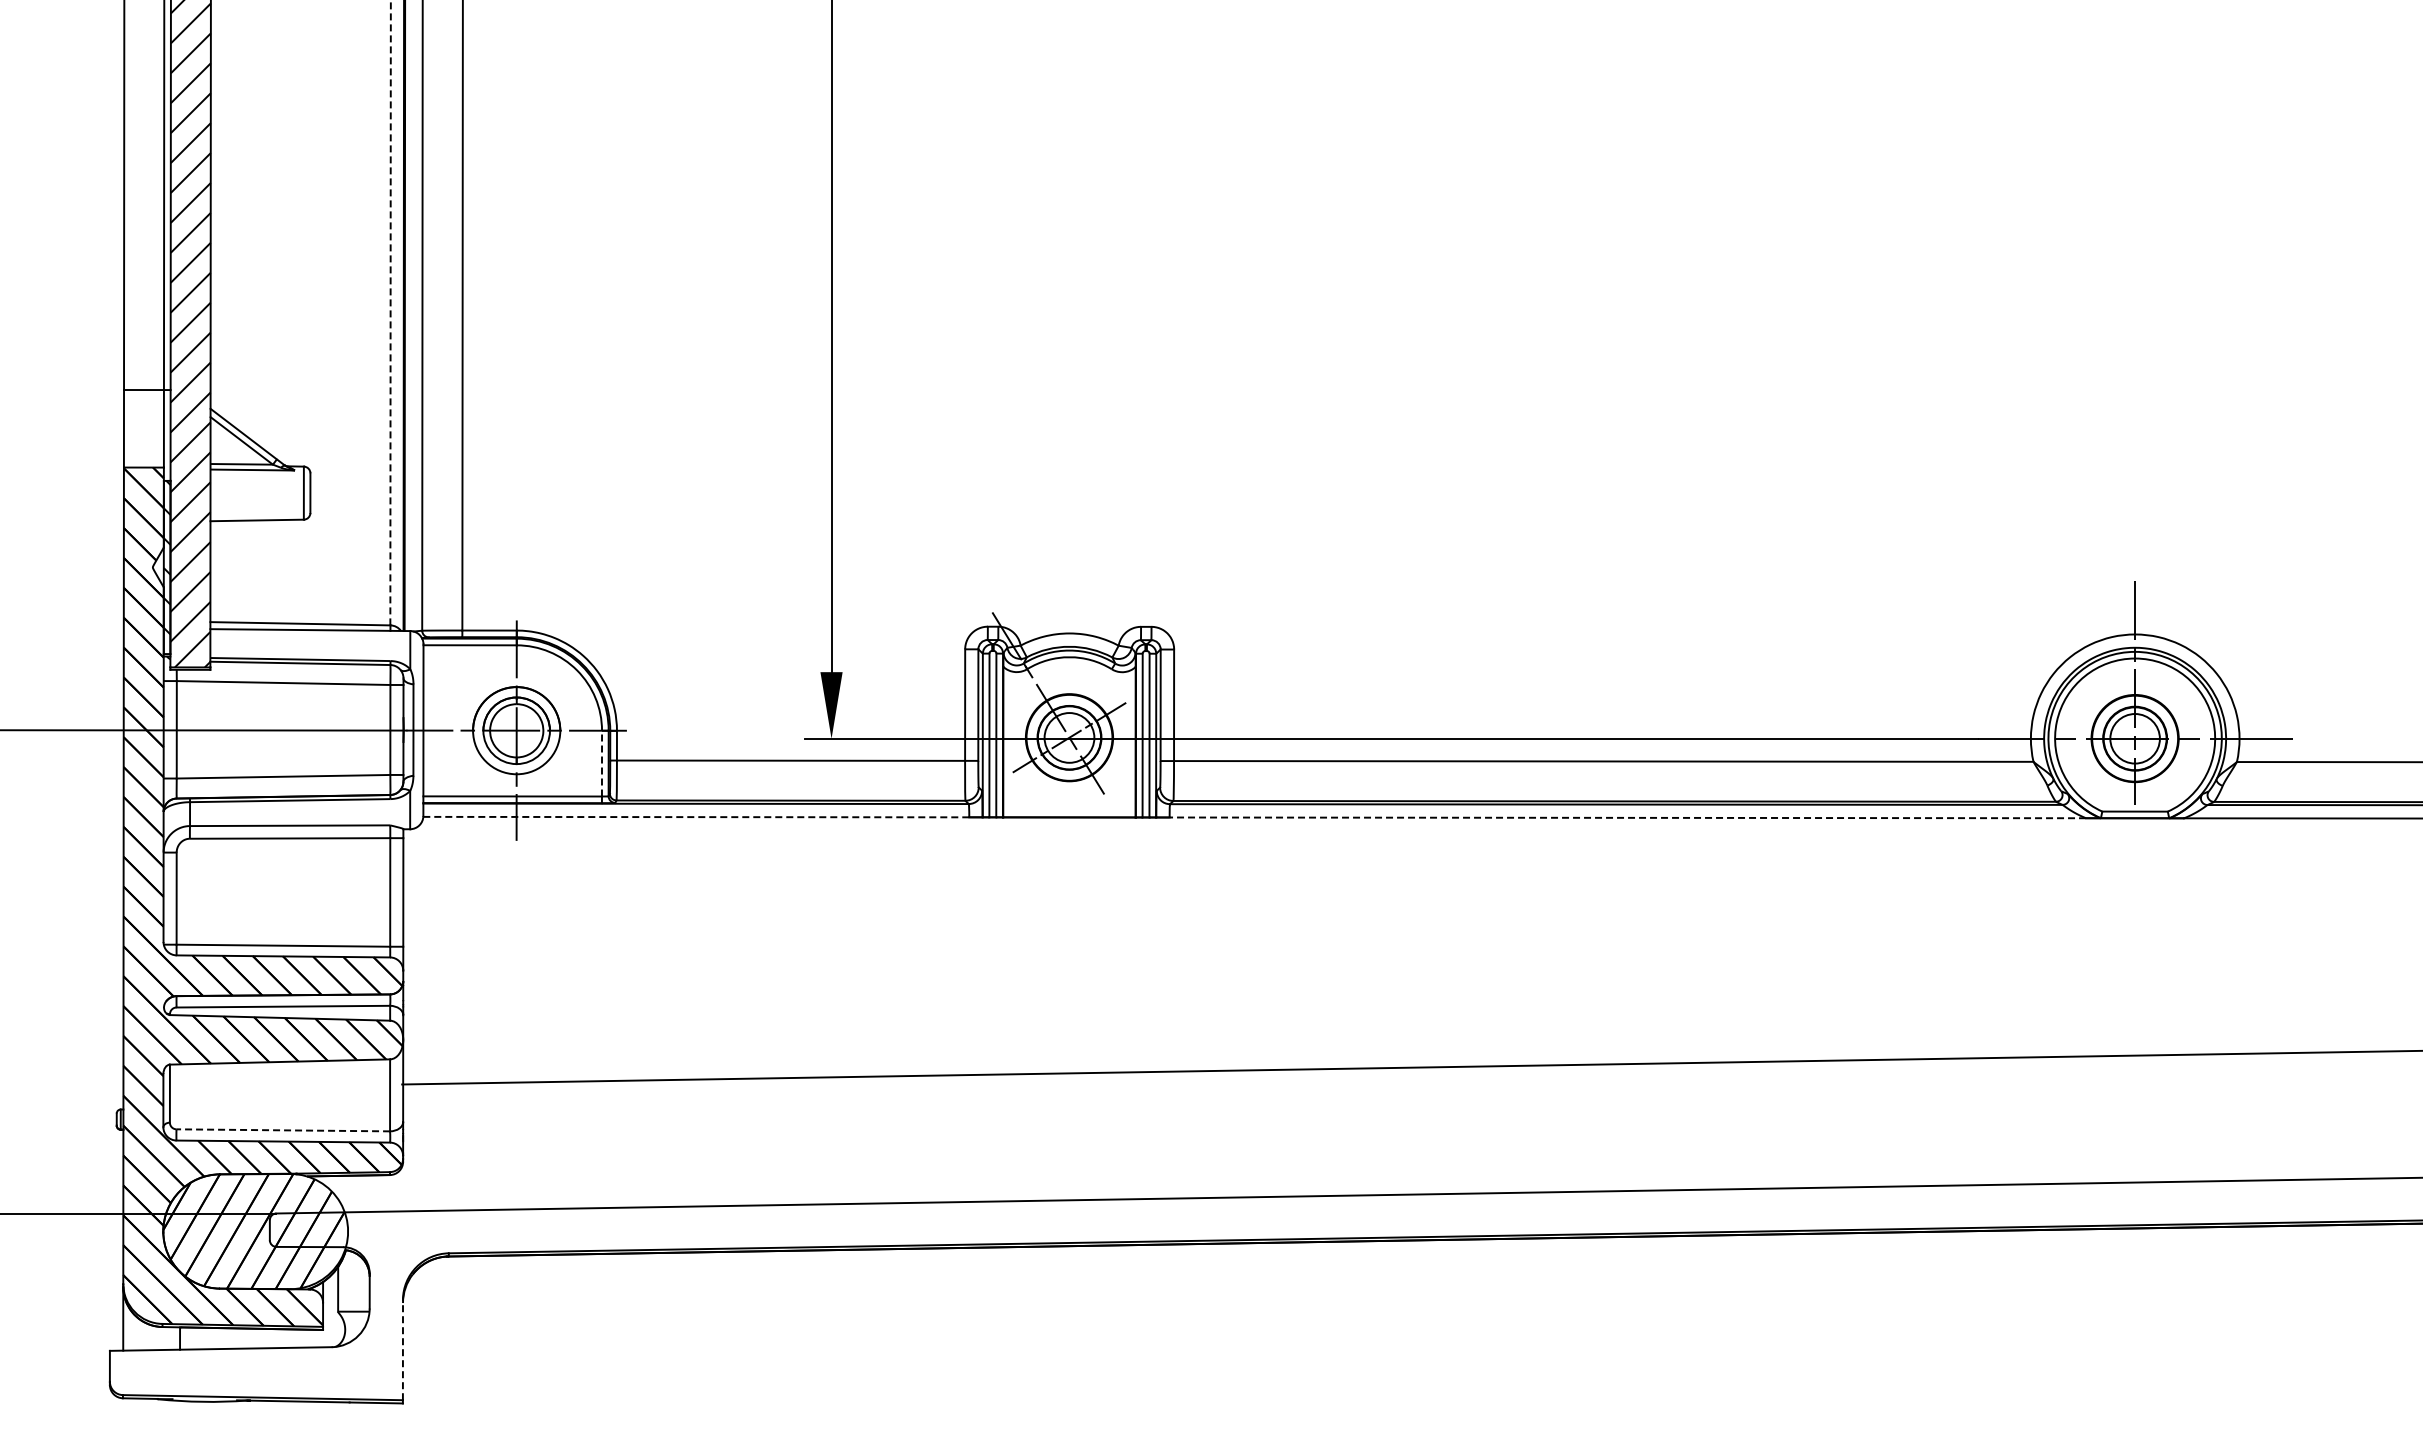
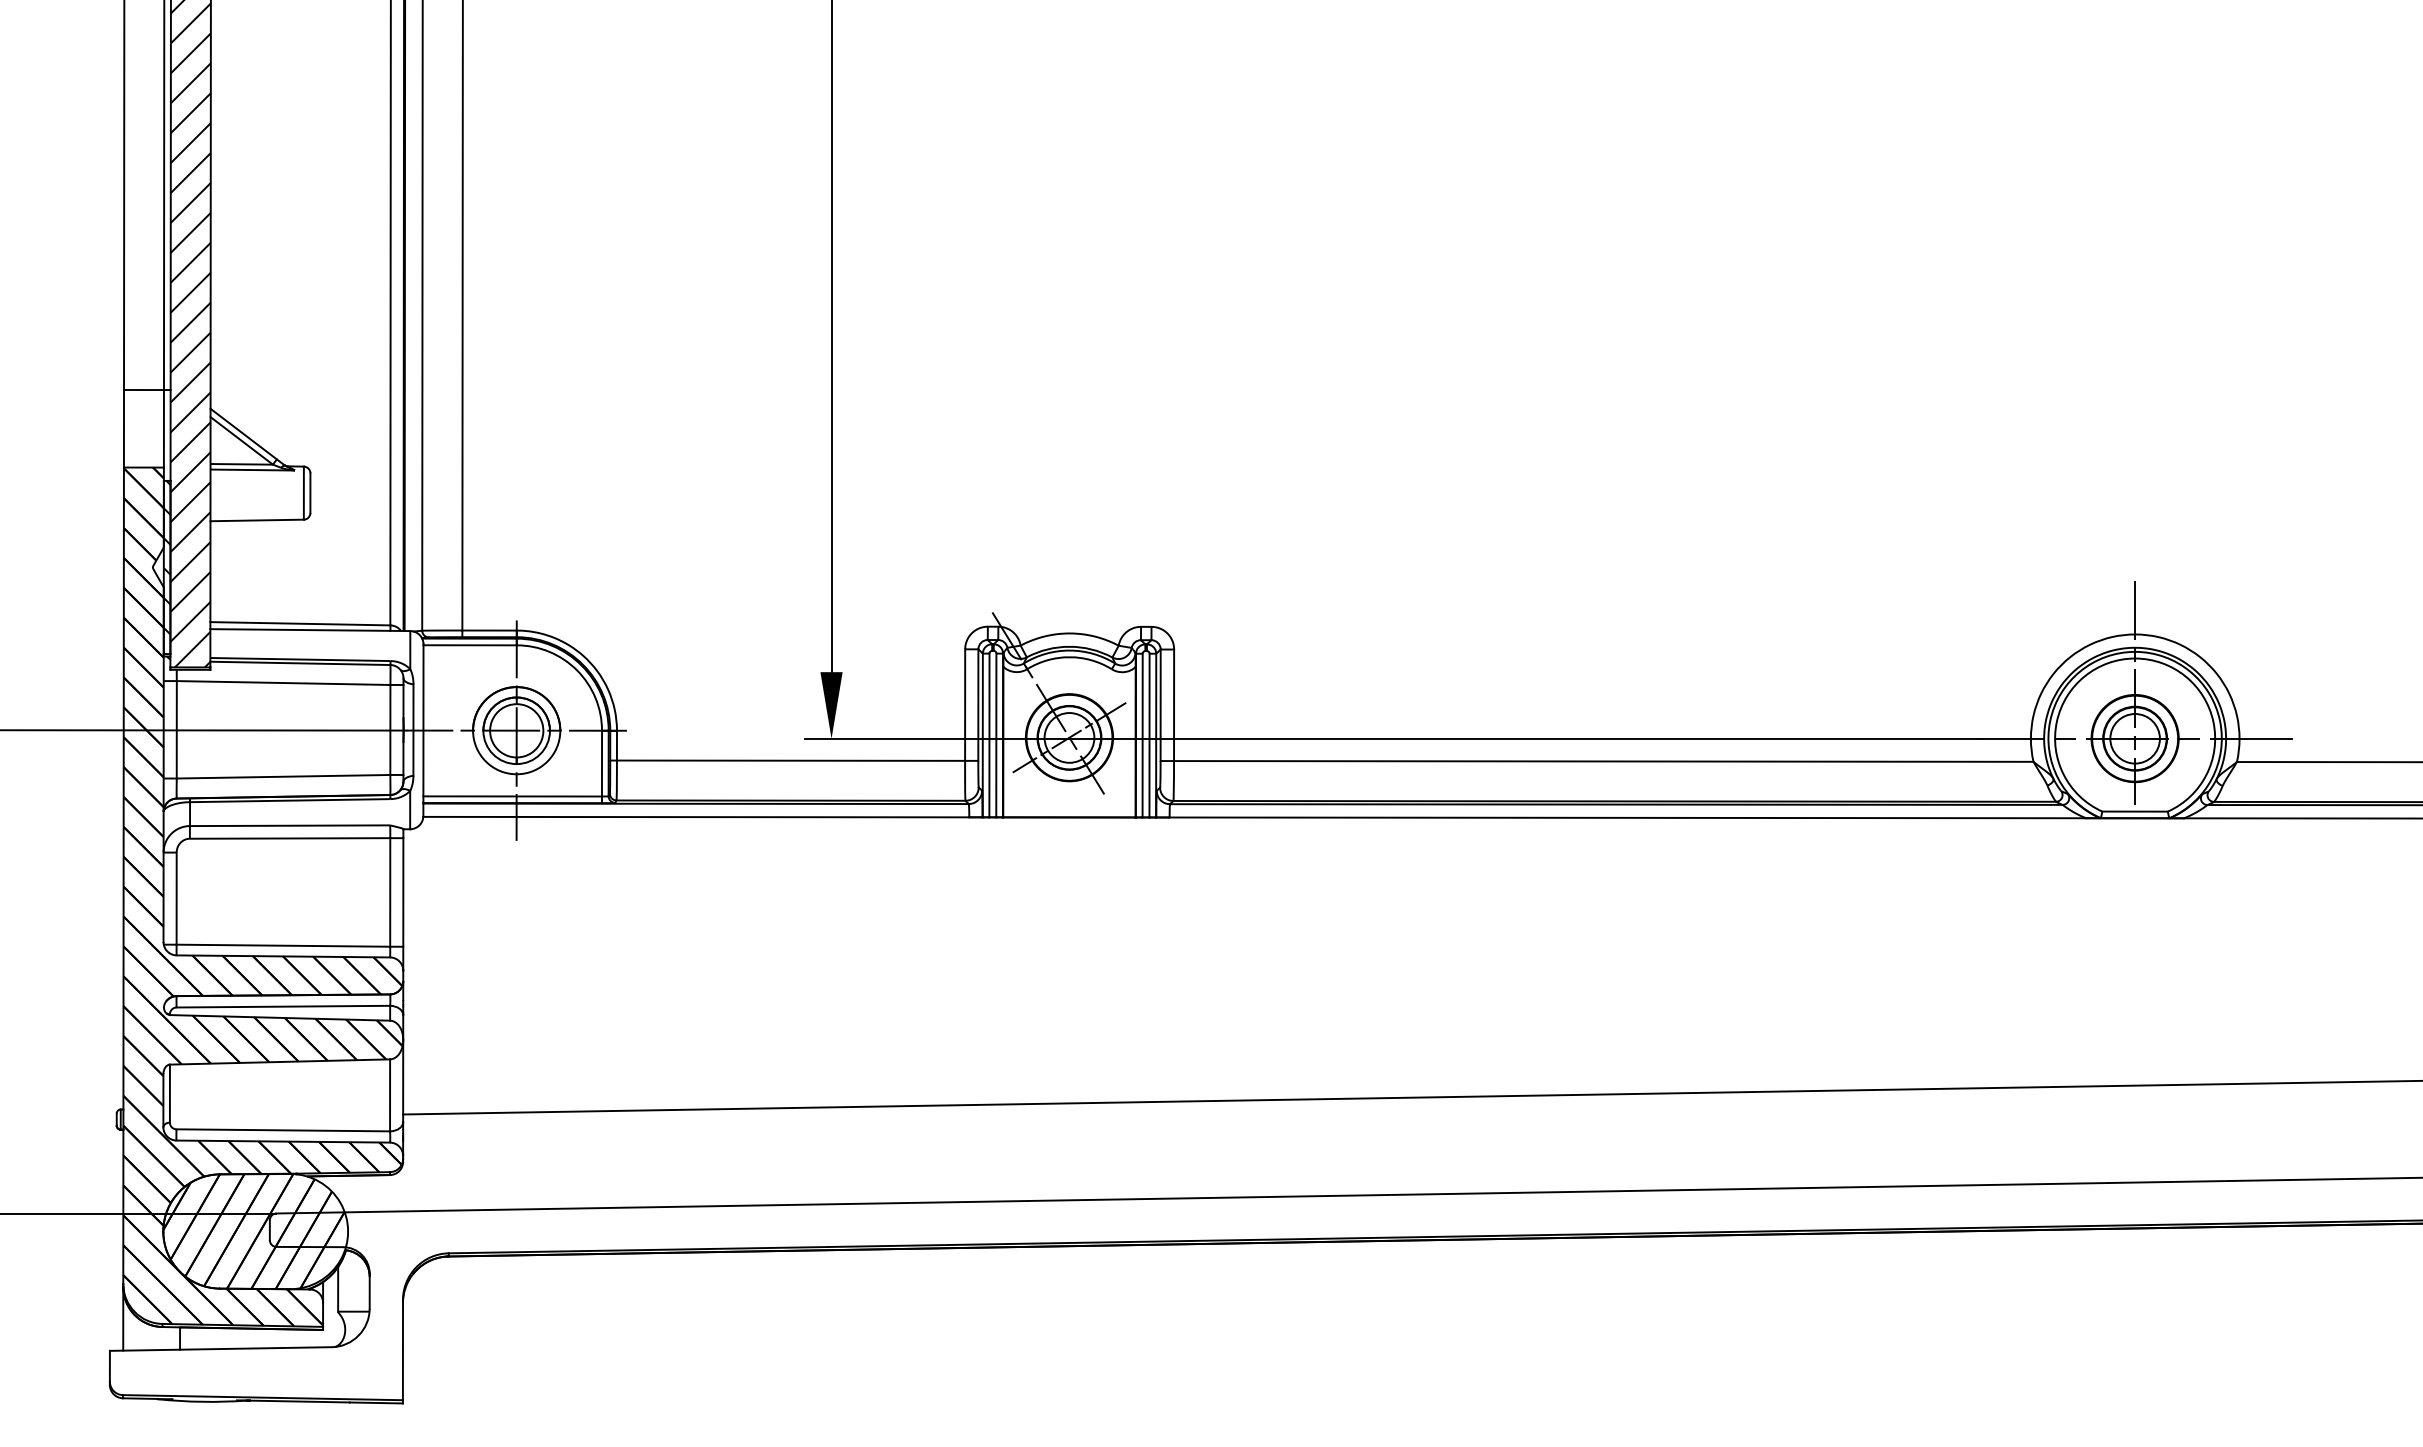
line at (390, 312): dashed -> solid
line at (602, 763): dashed -> solid
line at (696, 817): dashed -> solid
line at (1627, 817): dashed -> solid
line at (1410, 1067) position: (1410, 1067) -> (1411, 1097)
line at (283, 1130): dashed -> solid
line at (402, 1349): dashed -> solid
